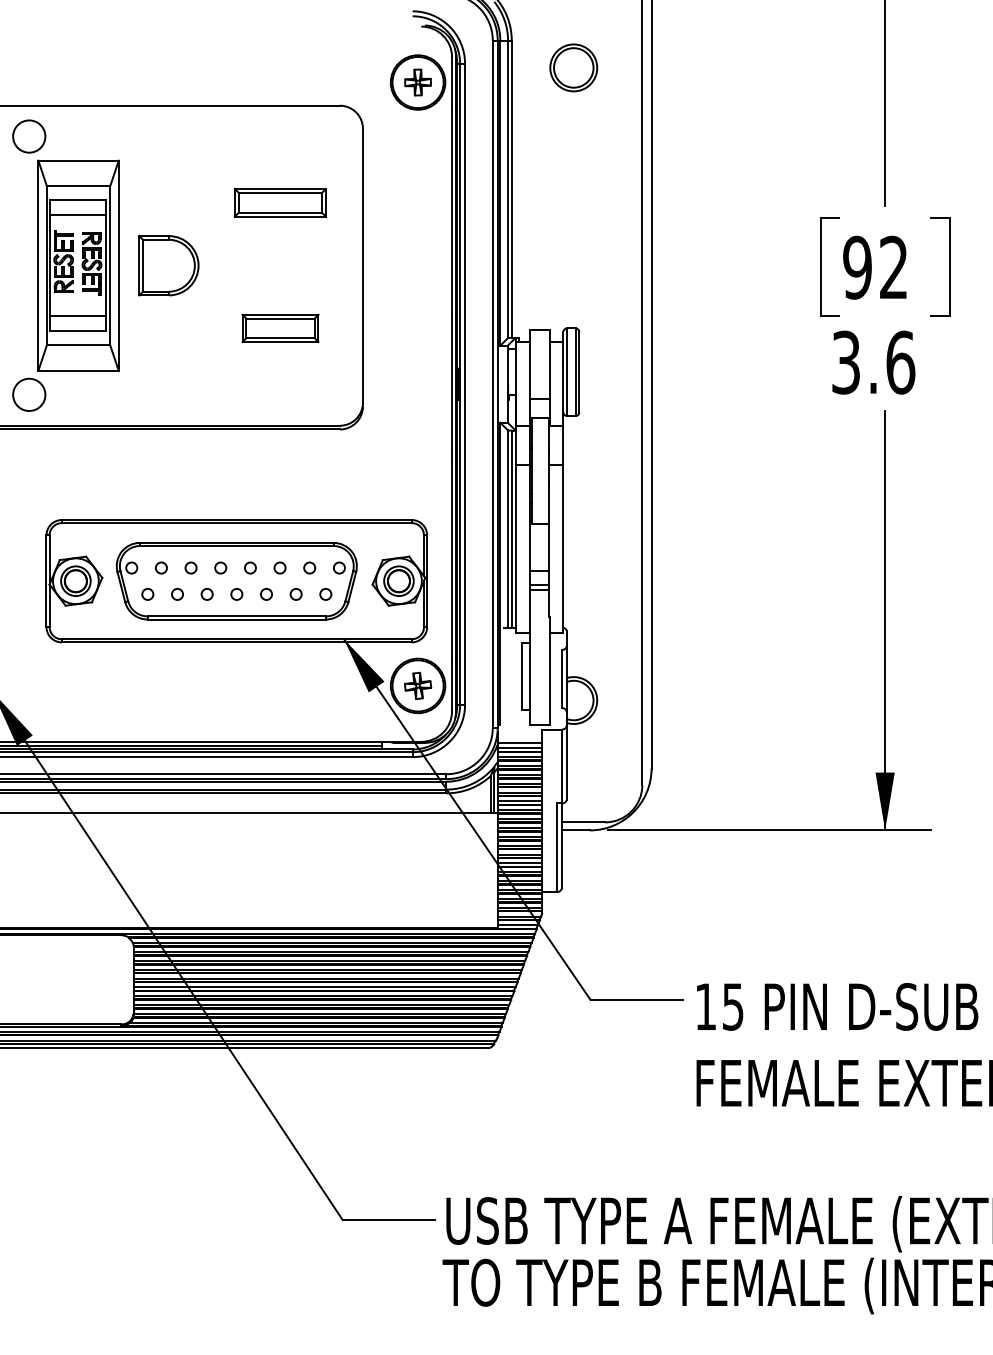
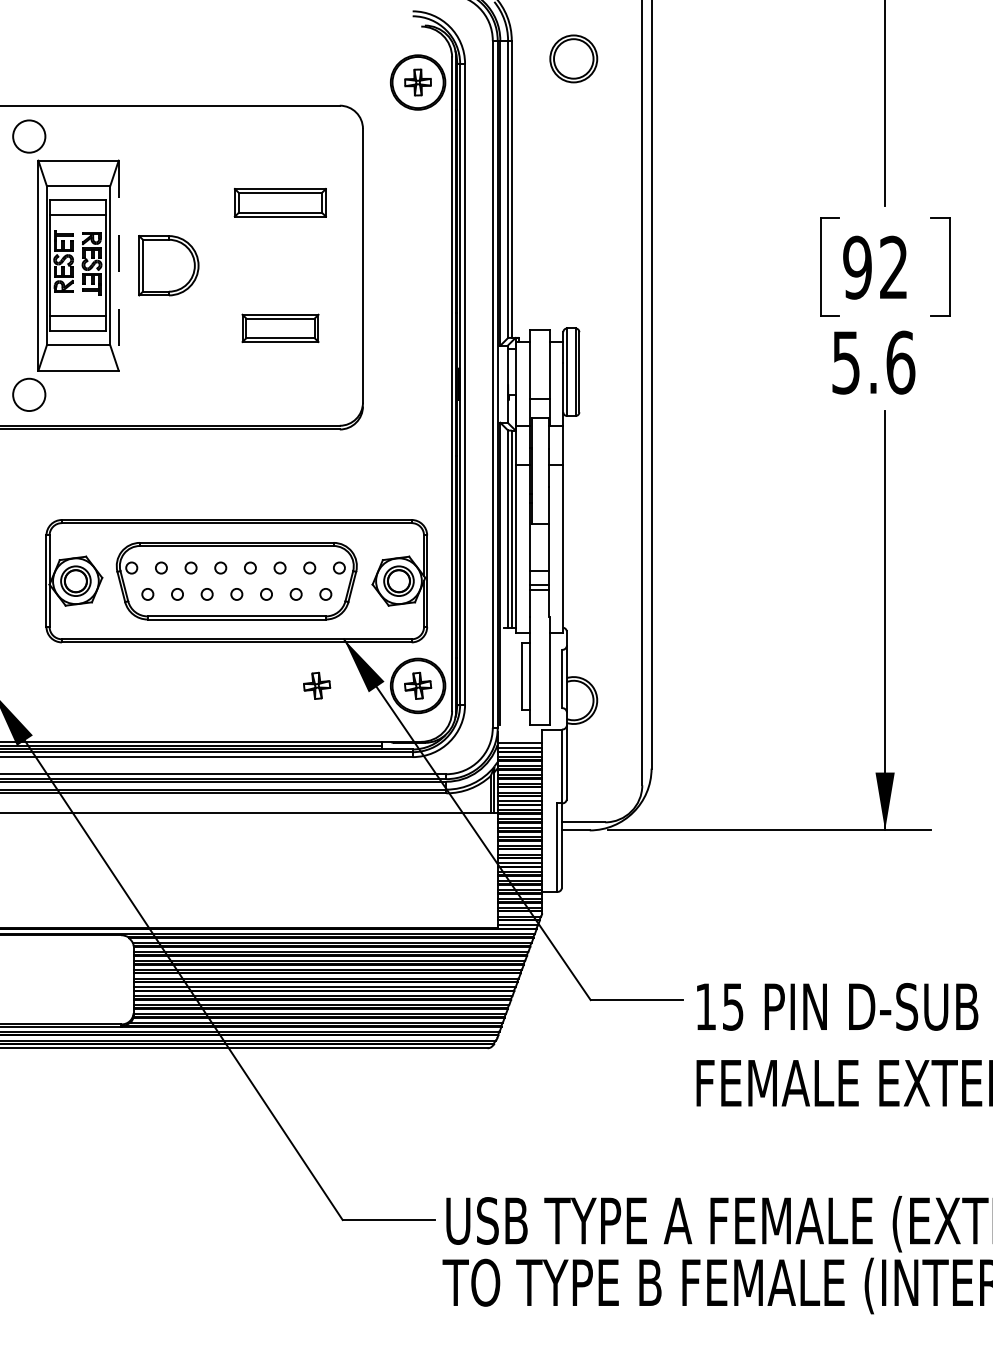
part at (573, 67) position: (573, 67) -> (573, 58)
line at (118, 266): solid -> dashed
text at (846, 362): 3.6 -> 5.6
part at (317, 685): none -> present
